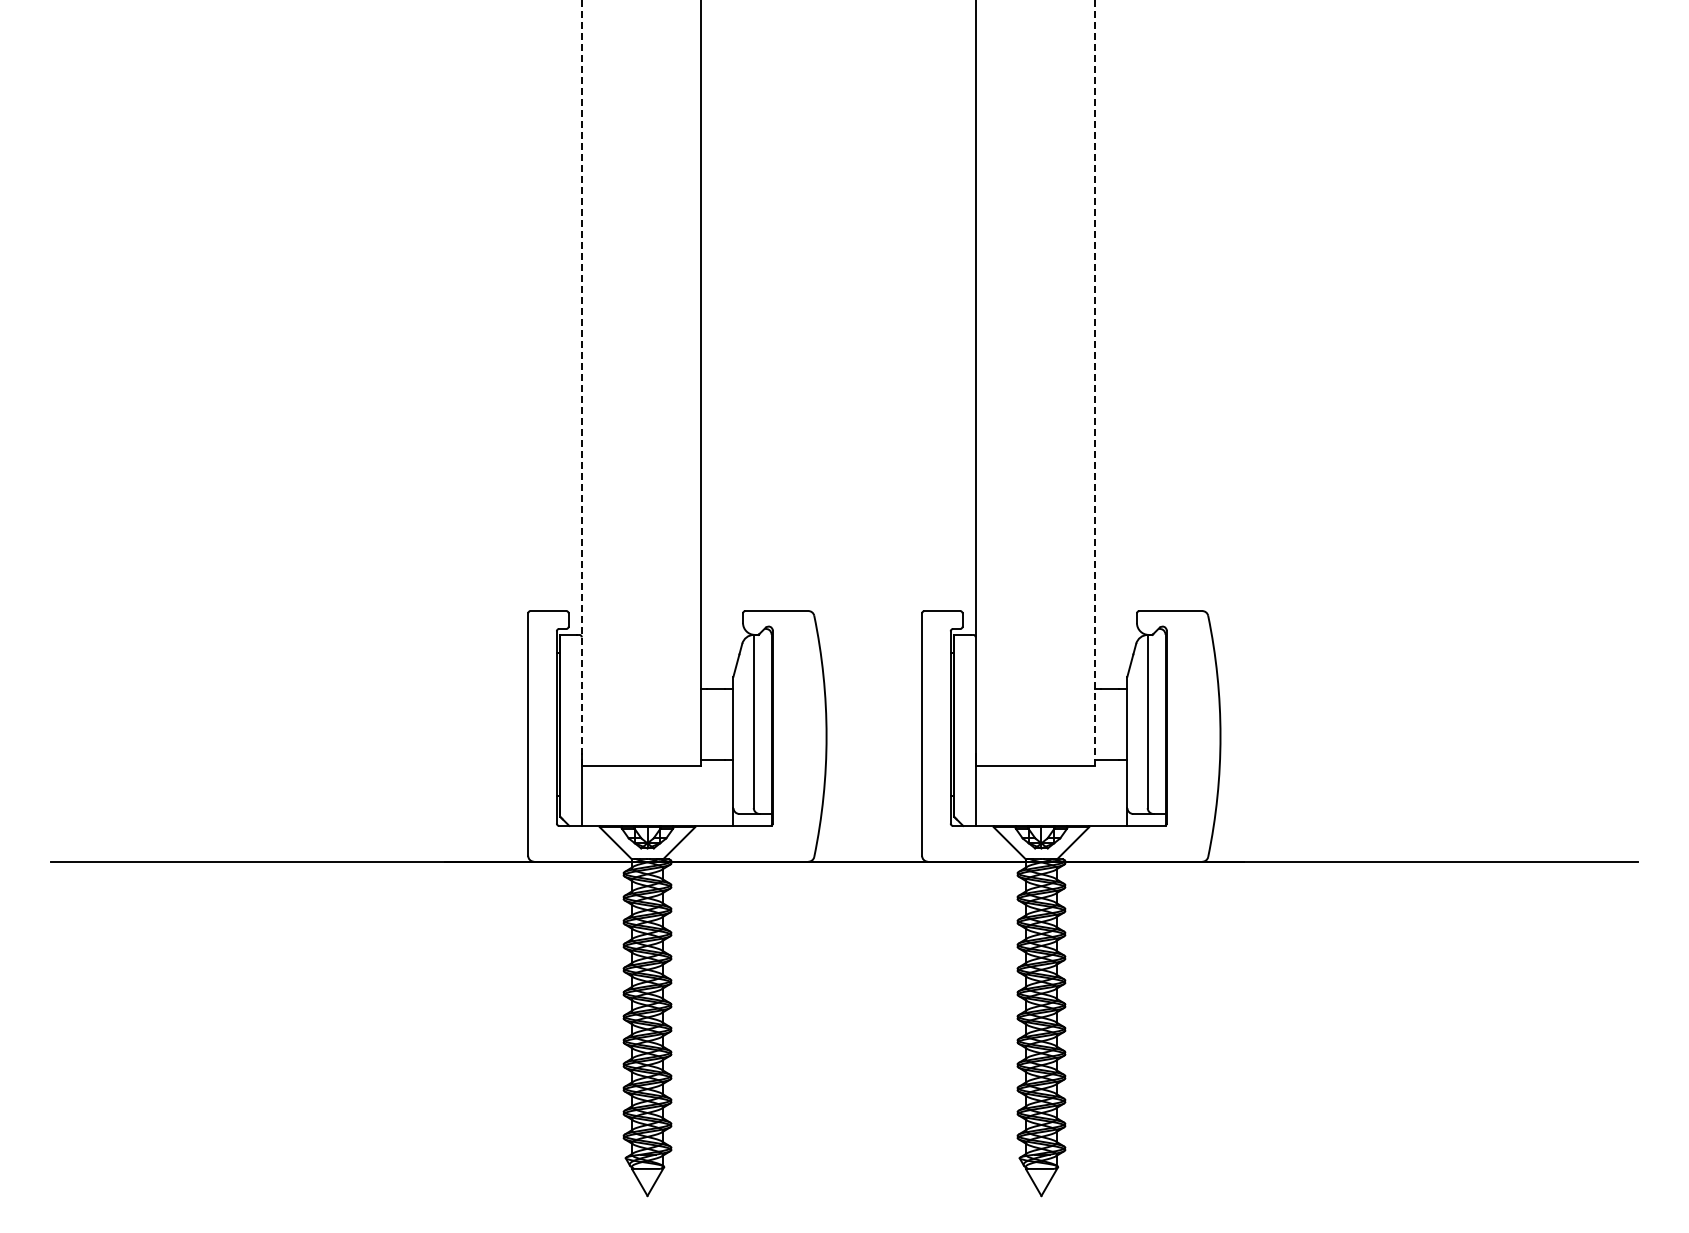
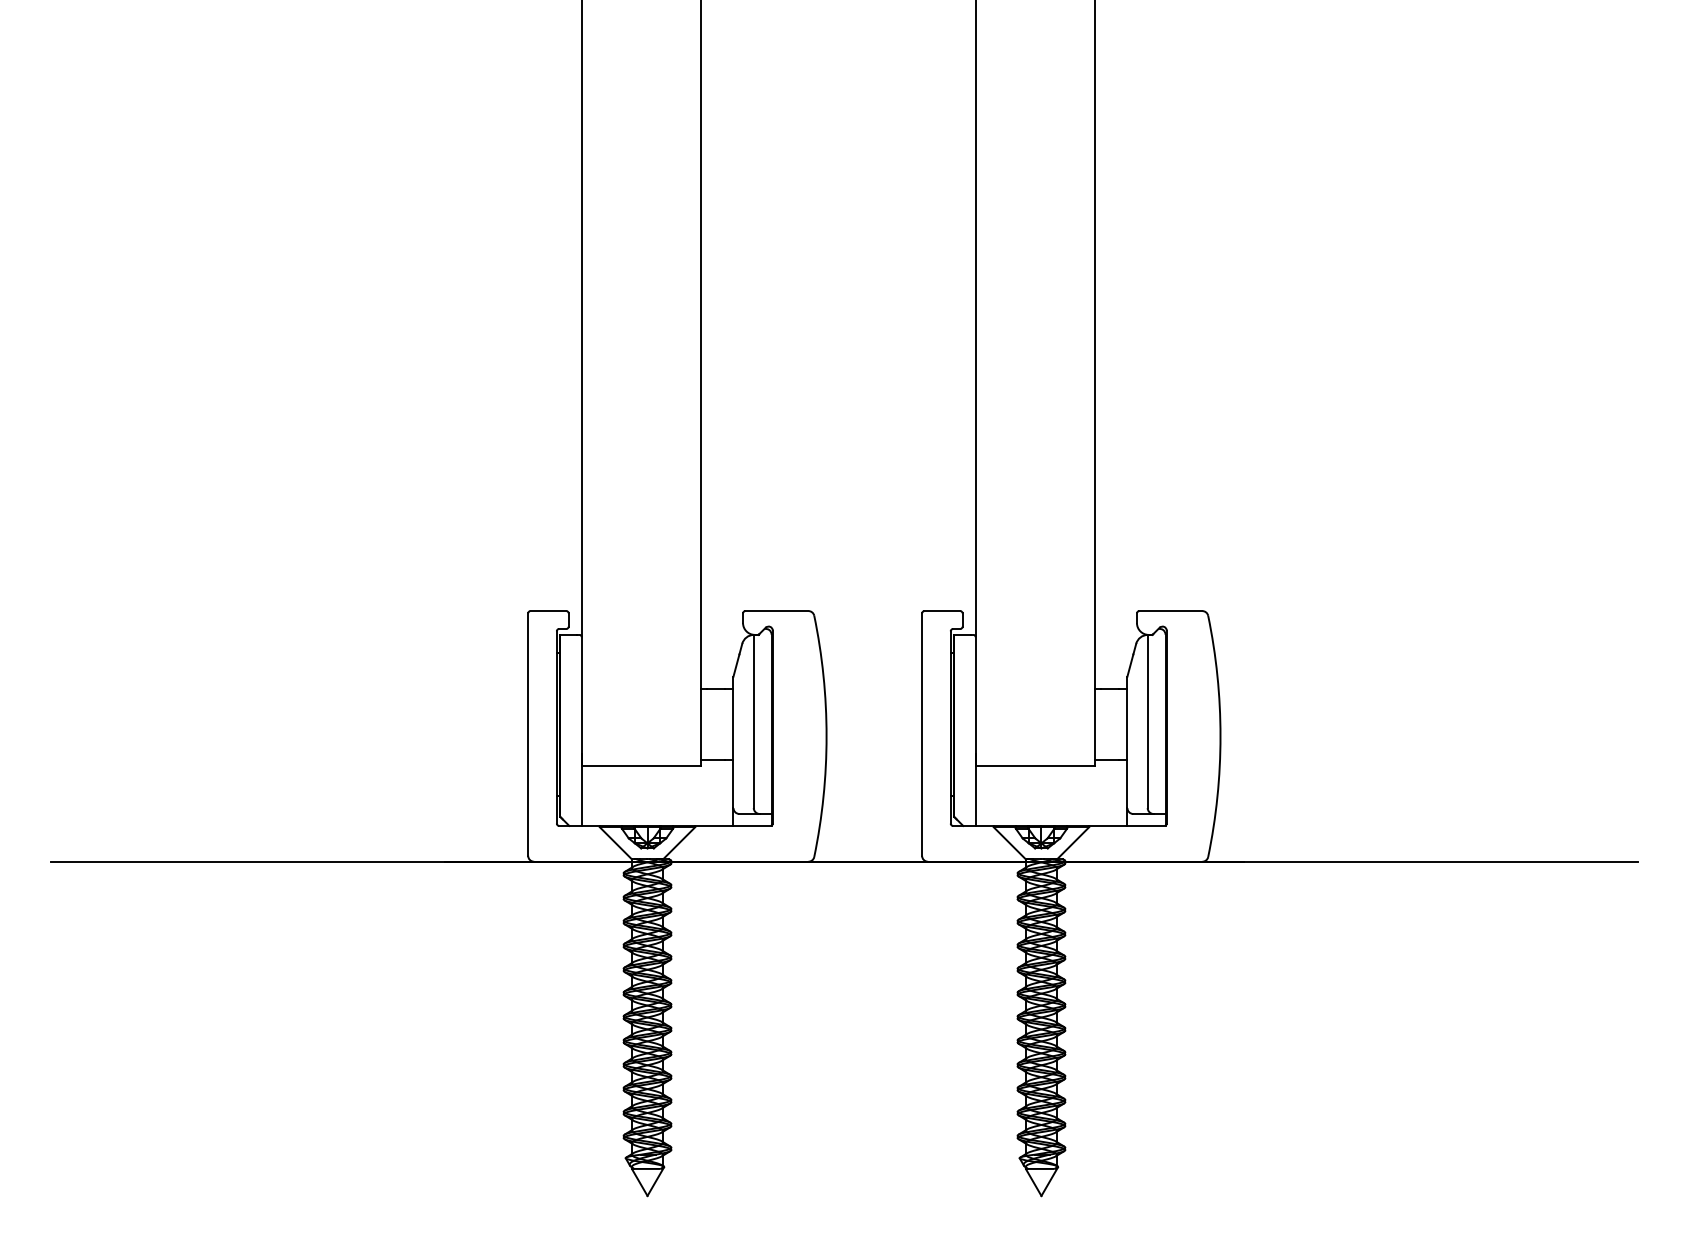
line at (581, 383): dashed -> solid
line at (1095, 383): dashed -> solid
